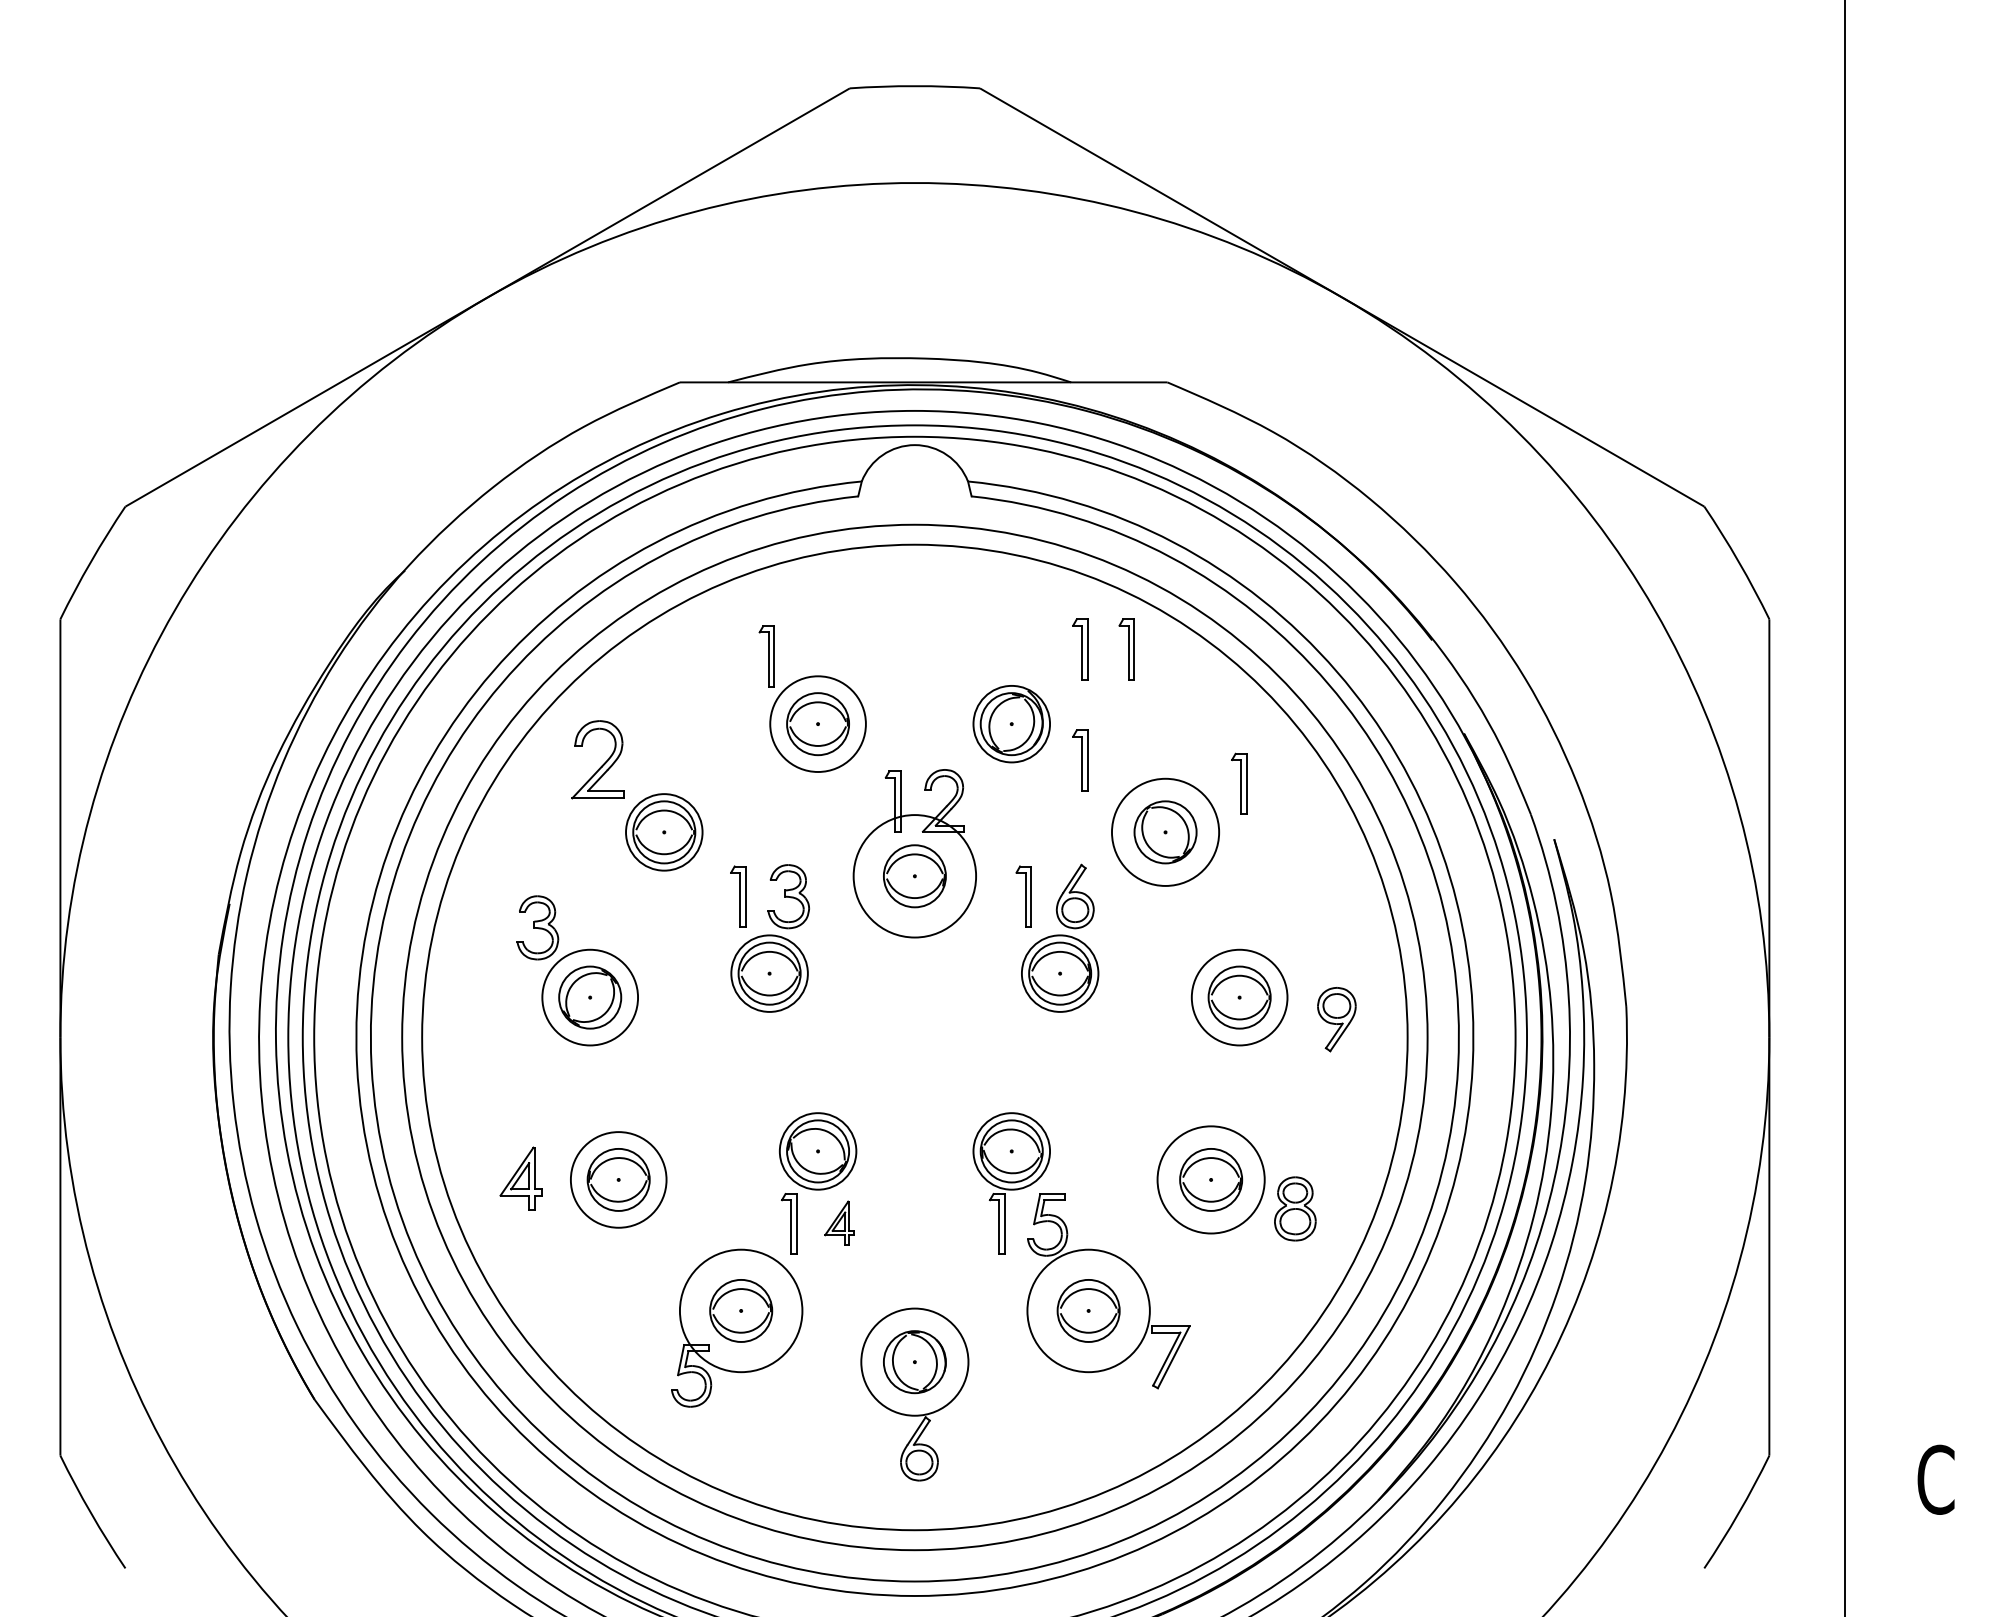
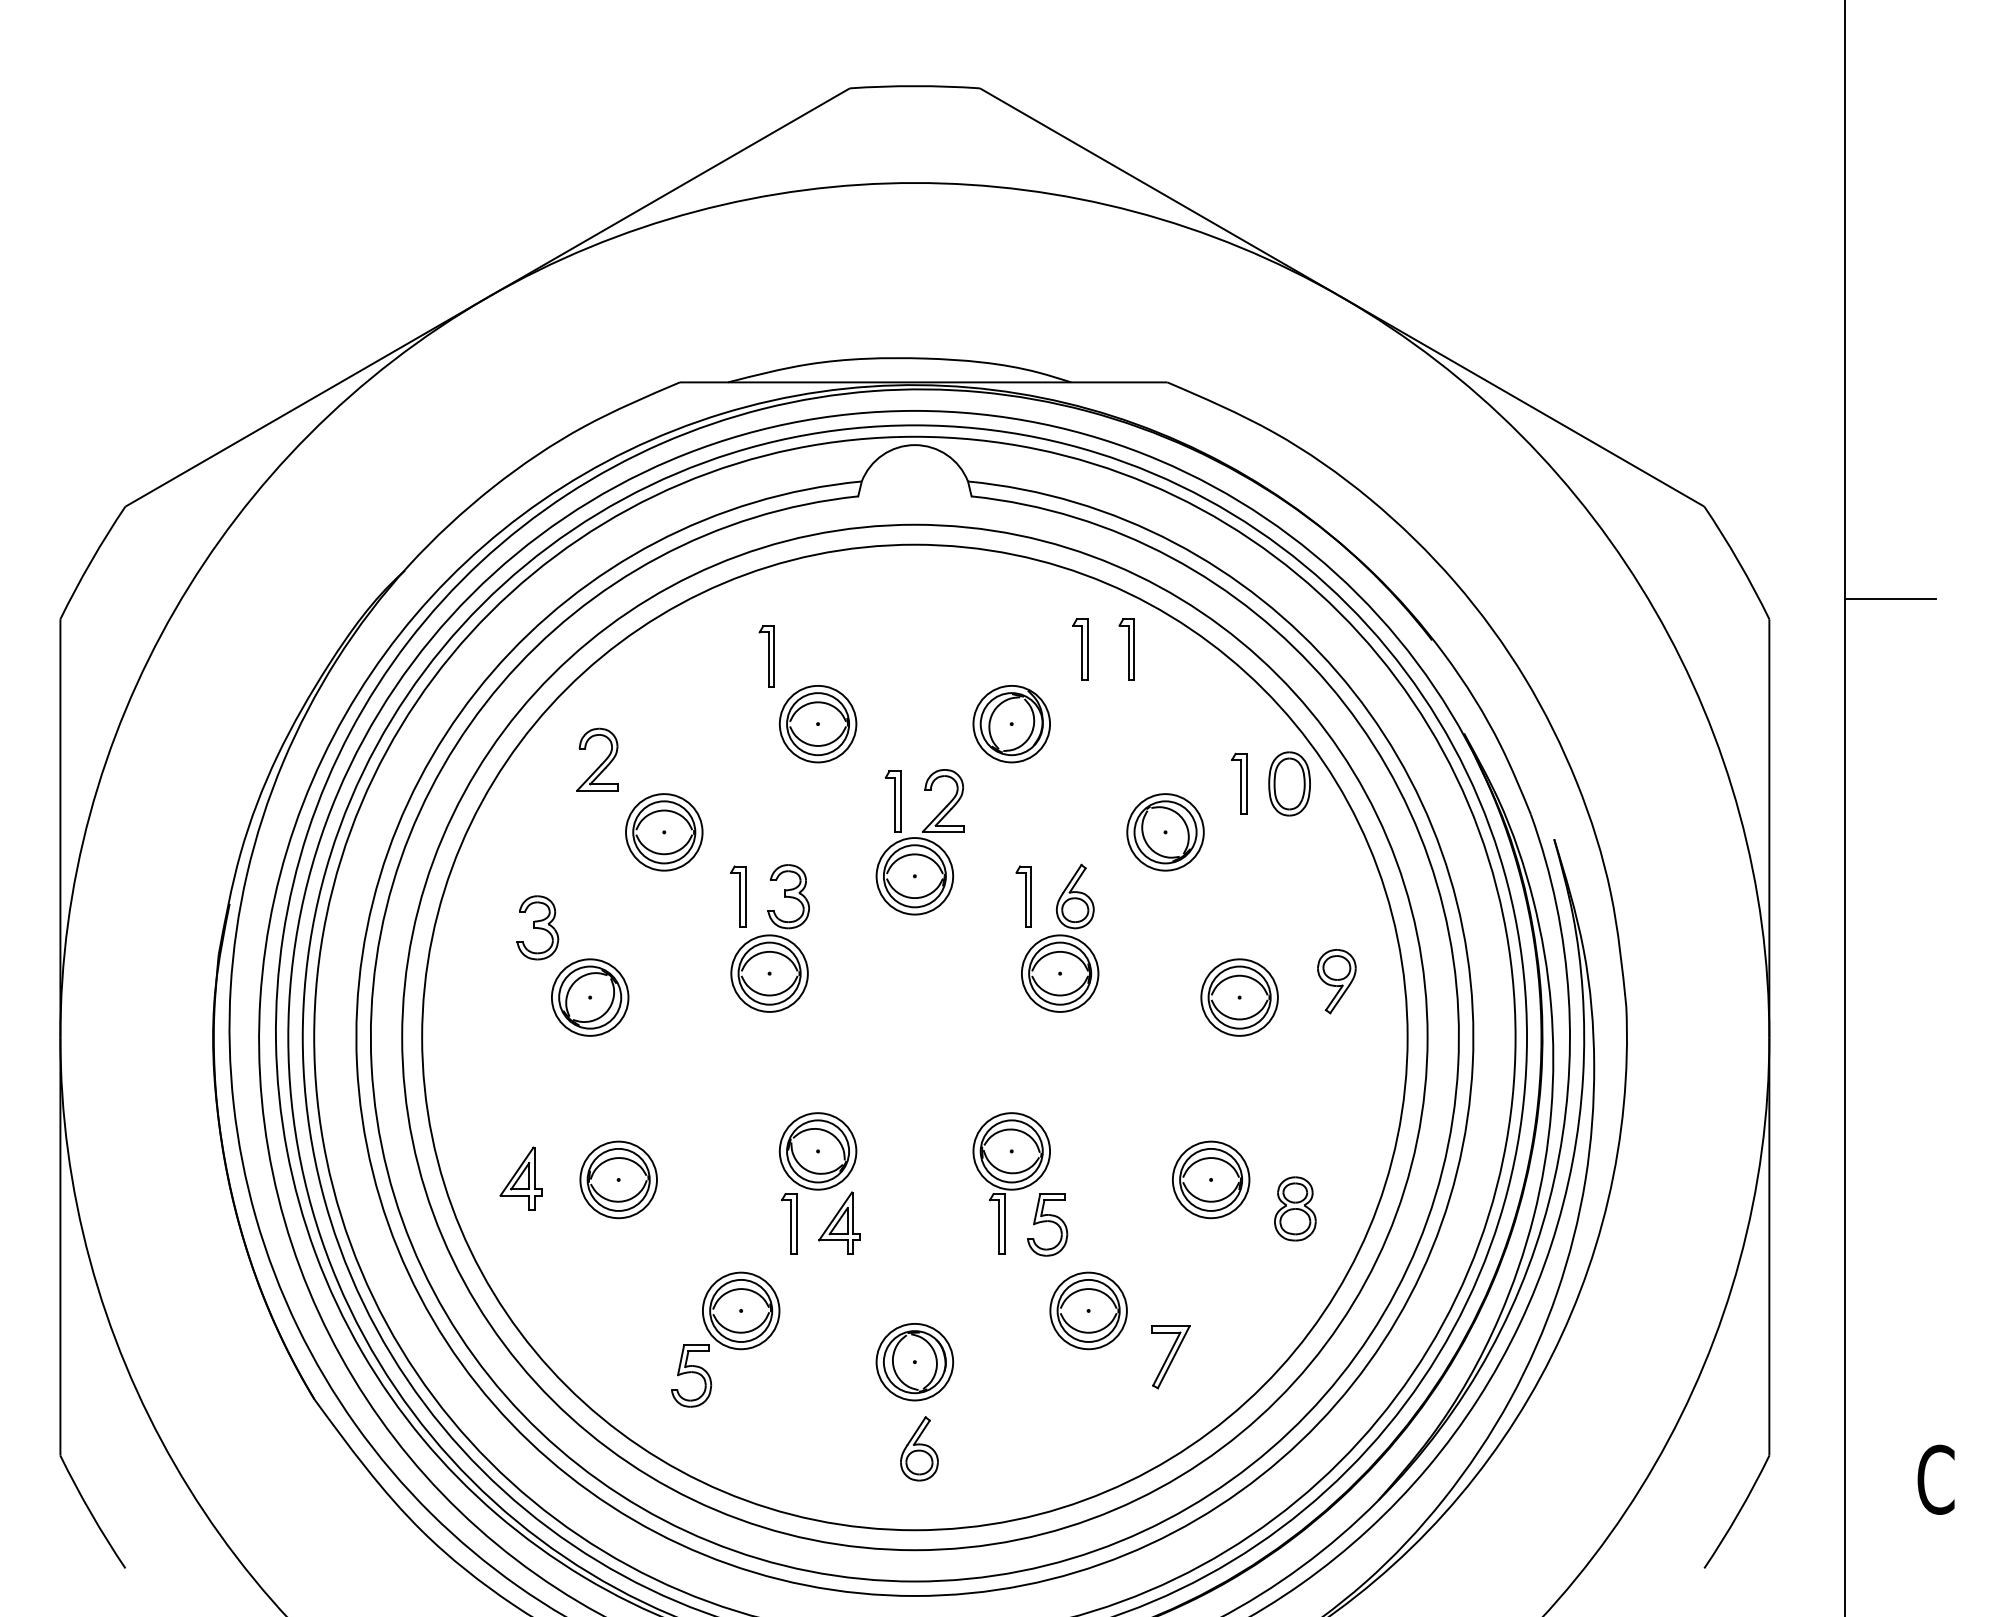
line at (1890, 599): none -> present
circle at (817, 723) diameter: 96 px -> 77 px
part at (597, 759) size: 54x80 px -> 43x65 px
part at (1080, 760): present -> none
part at (1289, 783): none -> present
circle at (1165, 831) diameter: 107 px -> 77 px
circle at (914, 876) diameter: 122 px -> 77 px
circle at (590, 997) diameter: 96 px -> 77 px
circle at (1239, 997) diameter: 96 px -> 77 px
part at (1336, 1019) position: (1336, 1019) -> (1336, 981)
circle at (618, 1179) diameter: 96 px -> 77 px
circle at (1210, 1179) diameter: 107 px -> 77 px
part at (839, 1222) size: 31x46 px -> 43x64 px
circle at (740, 1310) diameter: 122 px -> 77 px
circle at (1088, 1310) diameter: 122 px -> 77 px
circle at (914, 1361) diameter: 107 px -> 77 px
